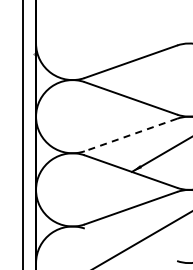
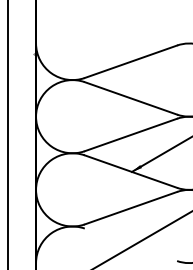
line at (23, 134) position: (23, 134) -> (8, 134)
line at (130, 134): dashed -> solid
